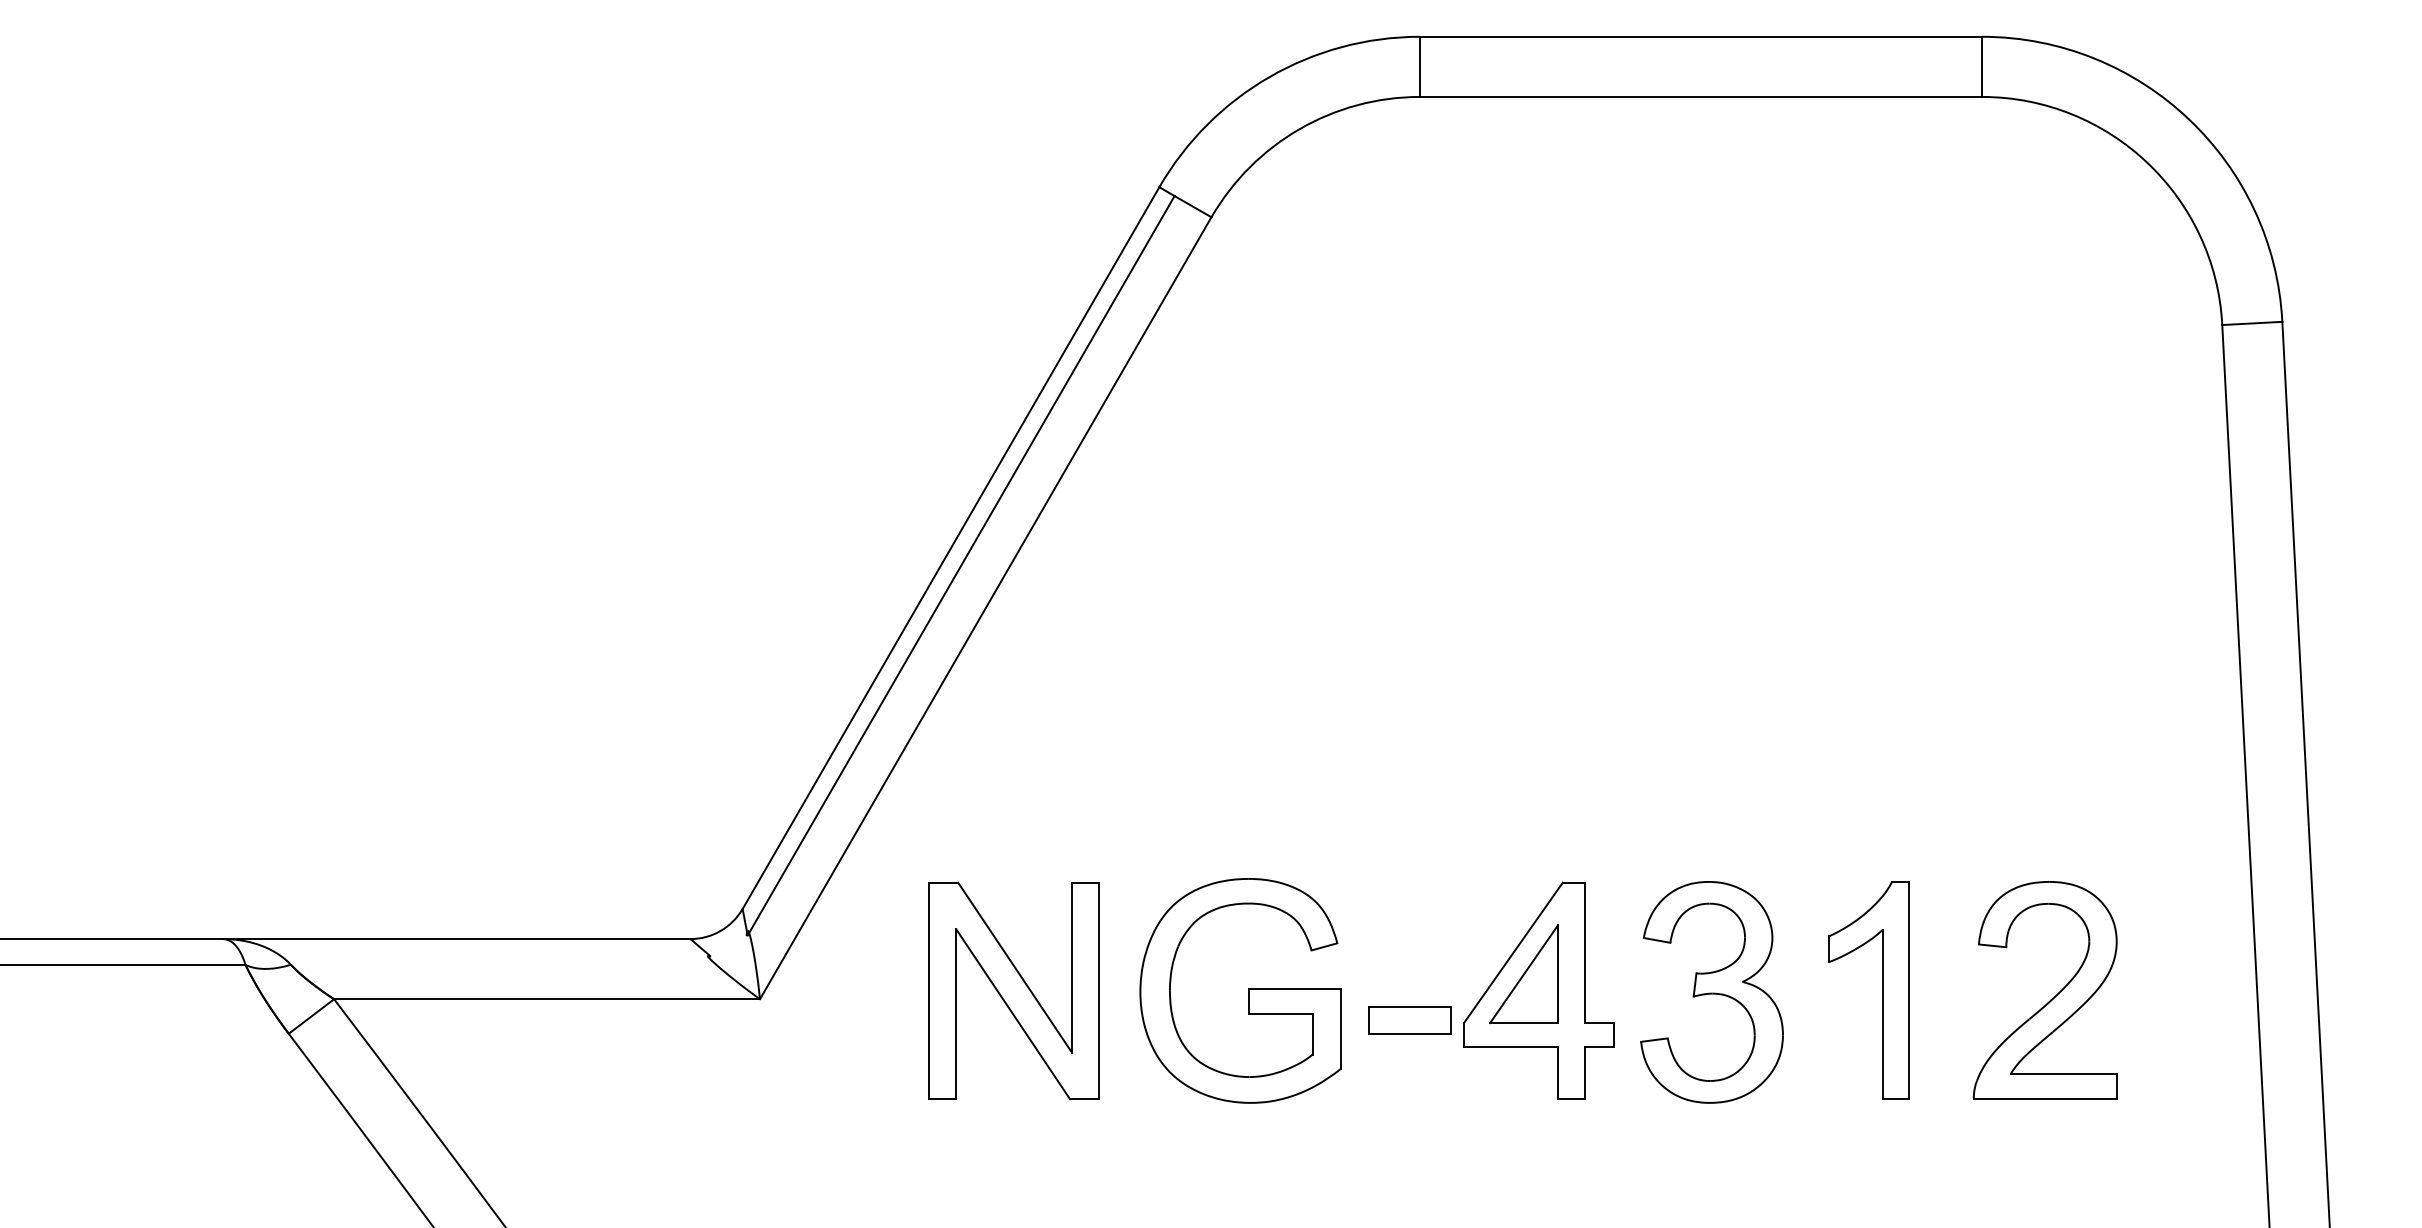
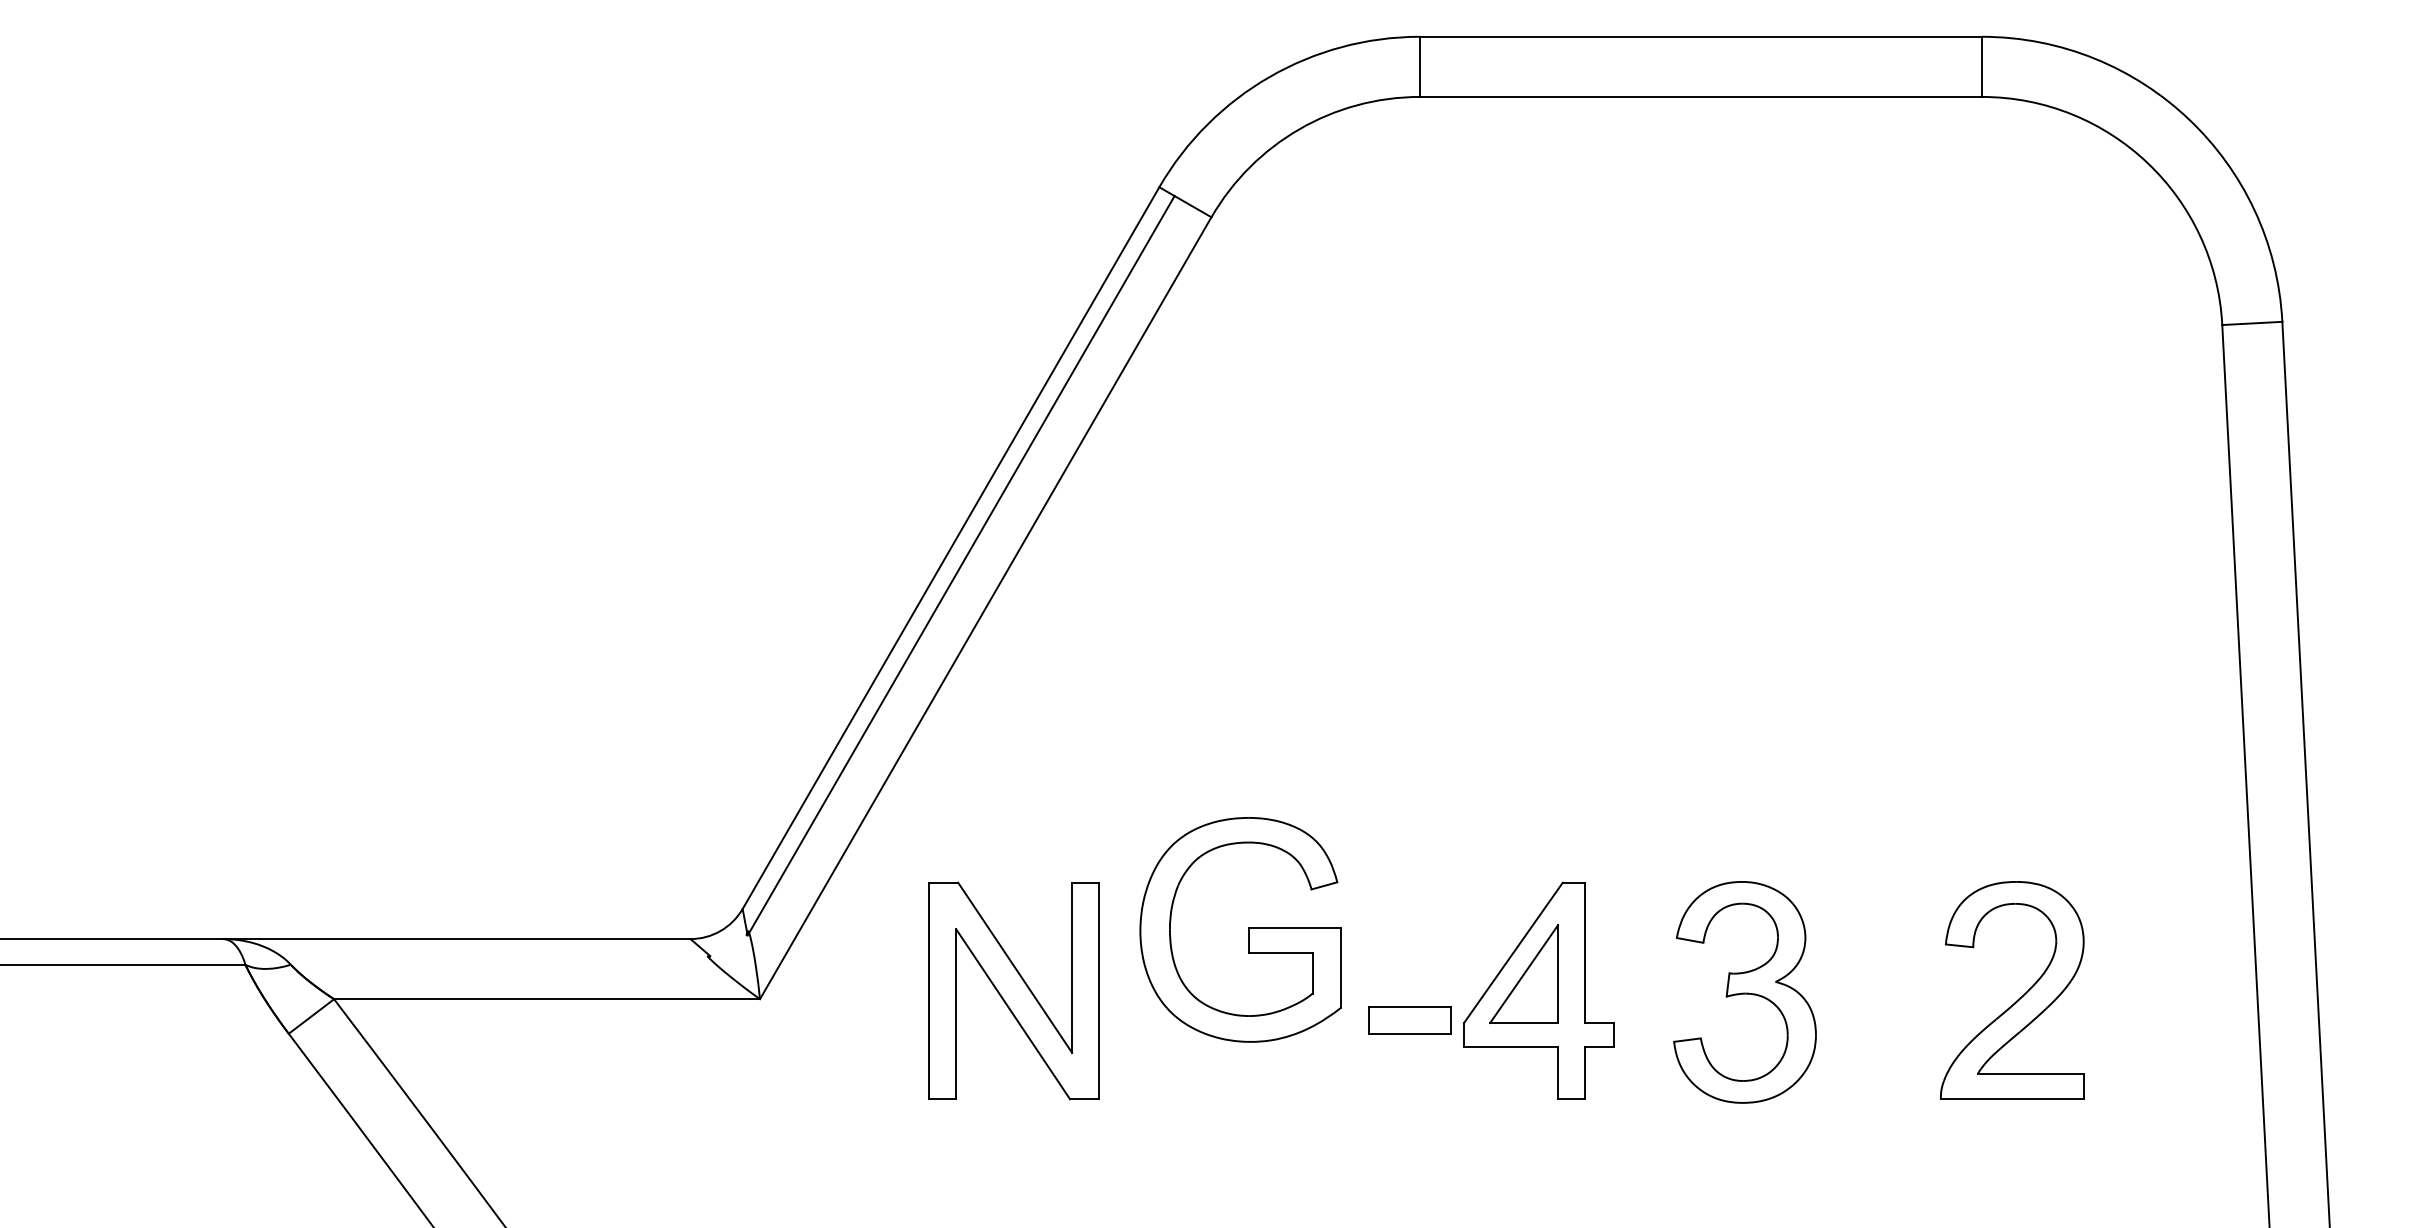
part at (1248, 990) position: (1248, 990) -> (1248, 929)
part at (1882, 990): present -> none
part at (1711, 992) position: (1711, 992) -> (1744, 992)
part at (2052, 997) position: (2052, 997) -> (2019, 997)
